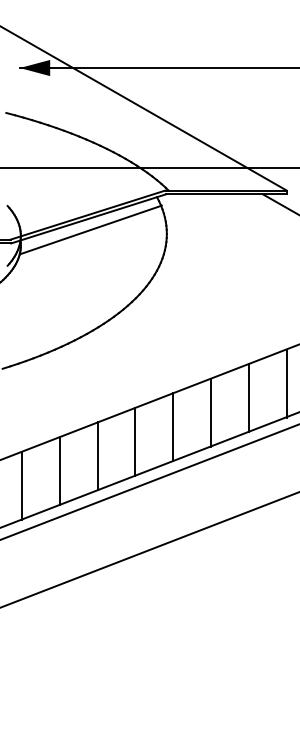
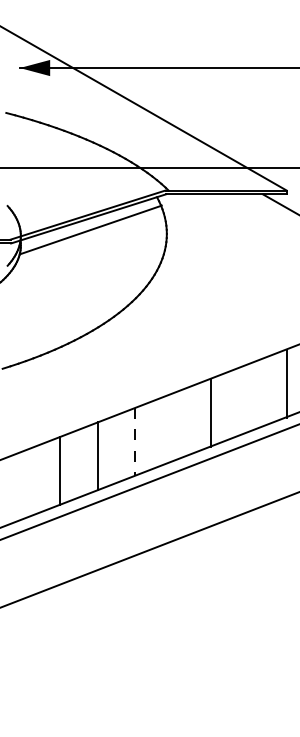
line at (248, 397): present -> none
line at (173, 426): present -> none
line at (135, 442): solid -> dashed
line at (21, 486): present -> none
